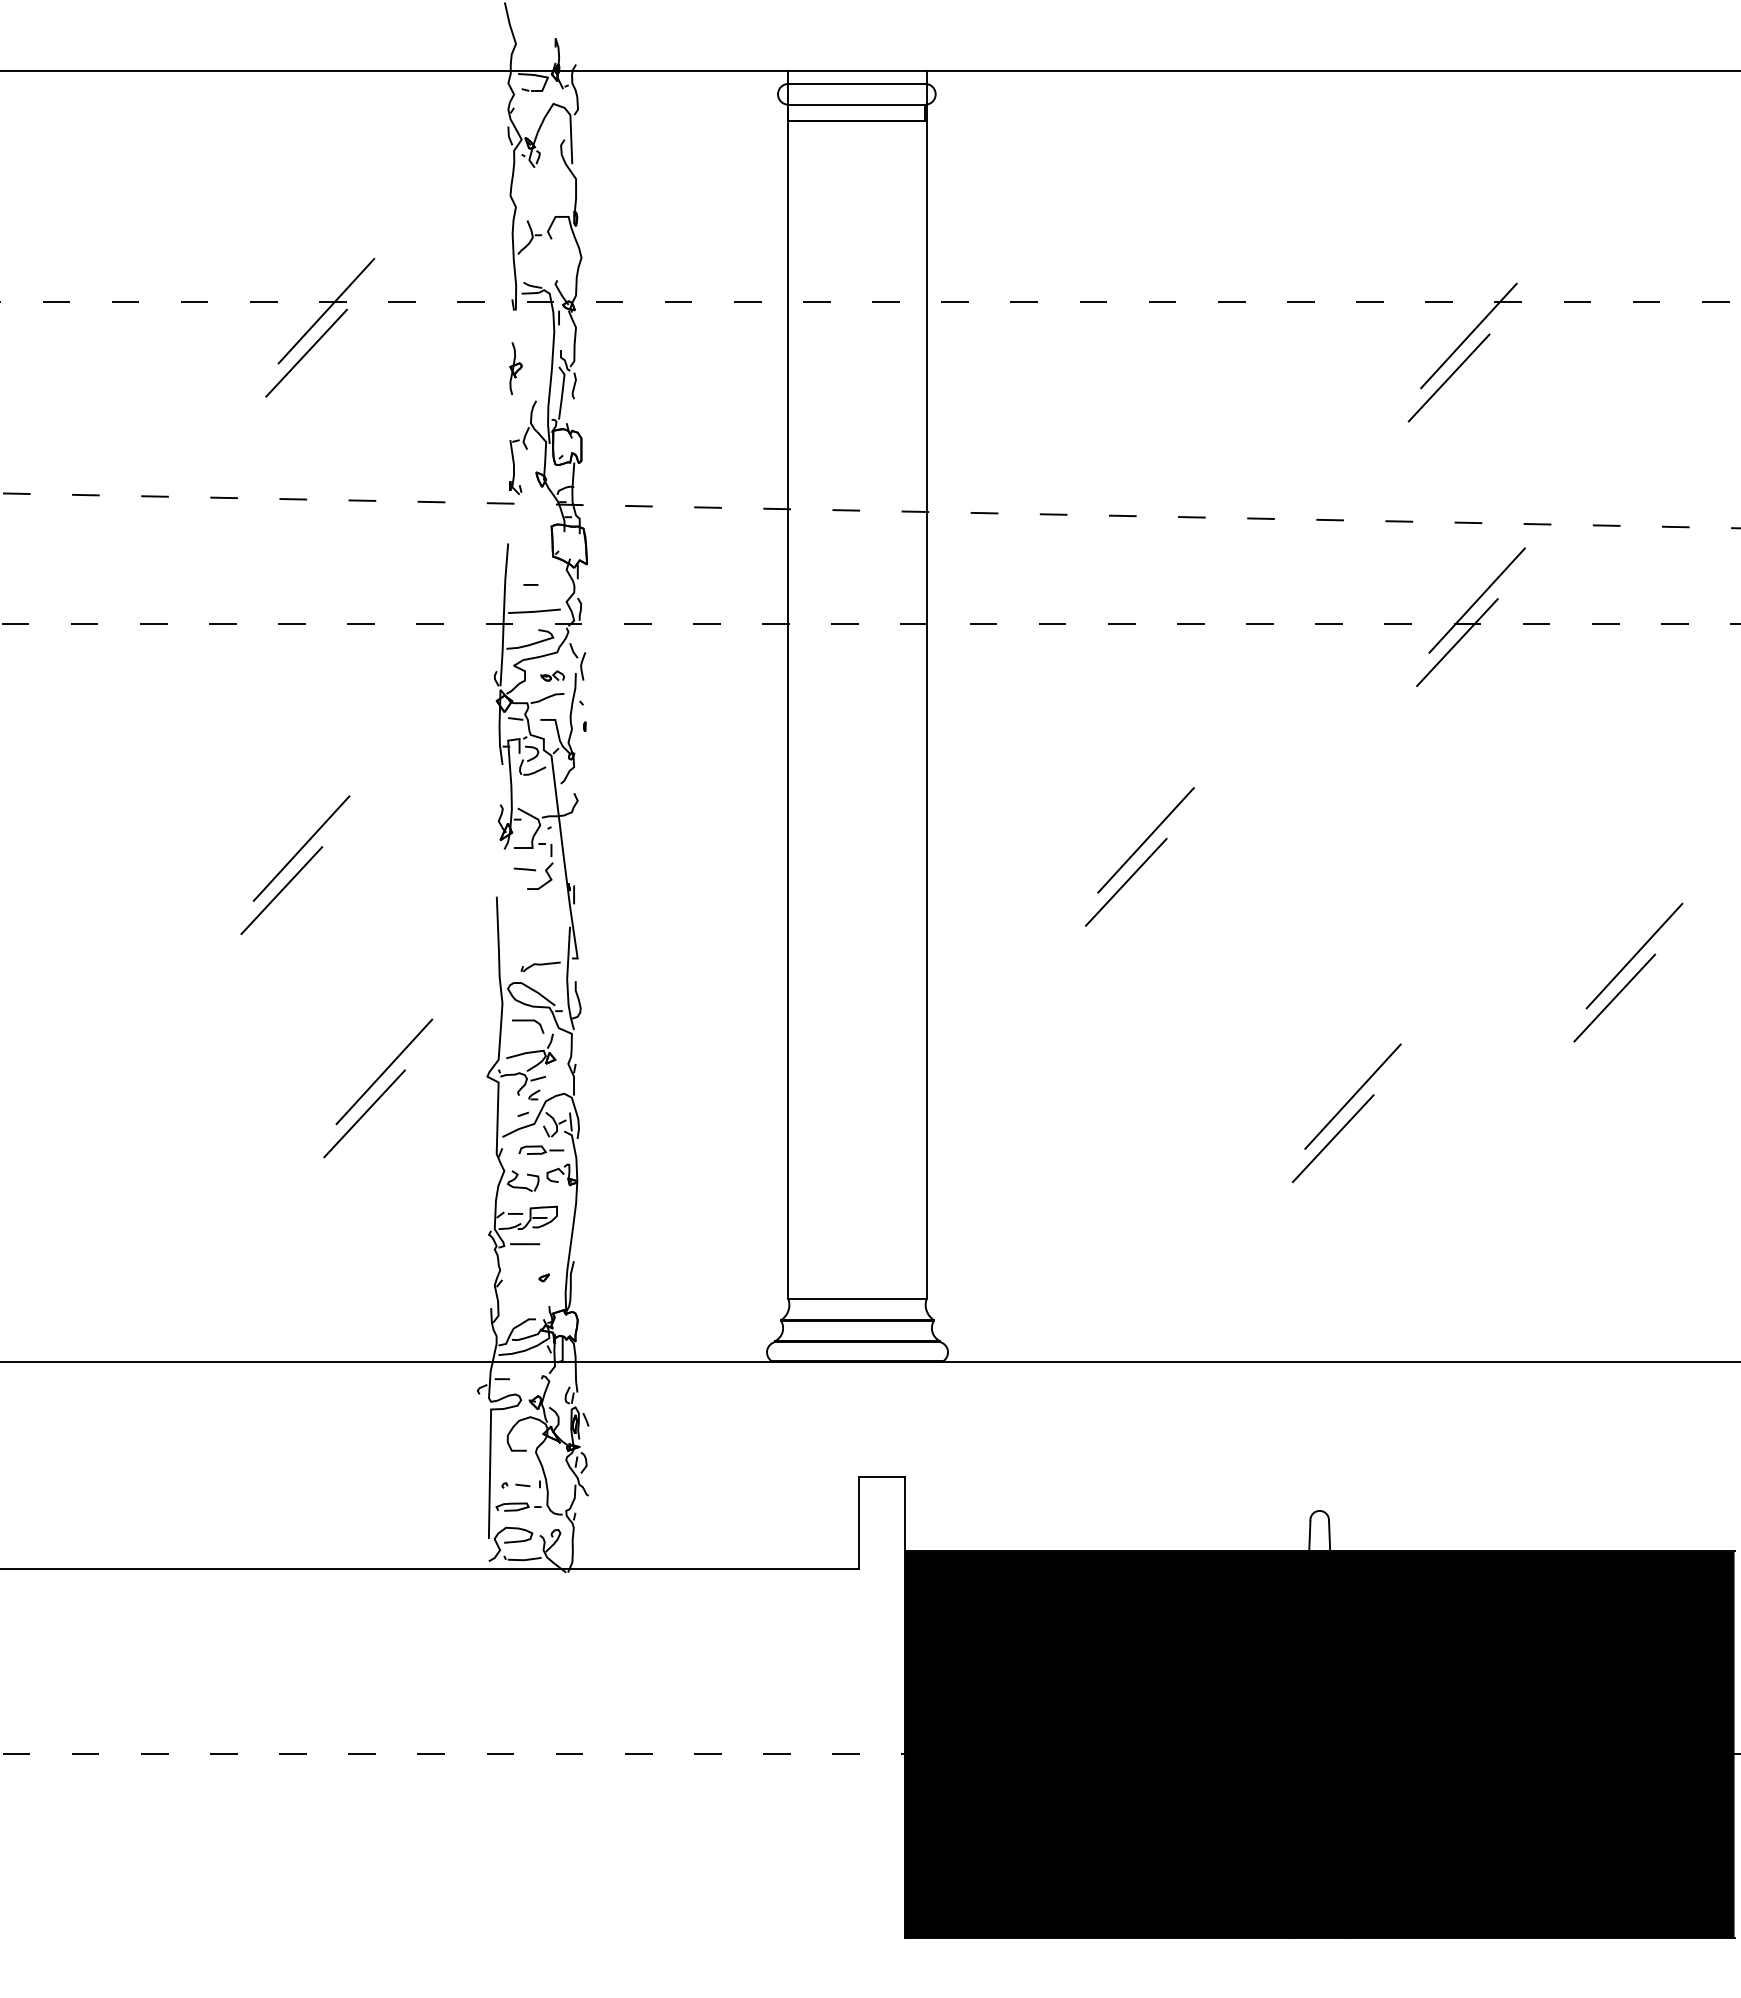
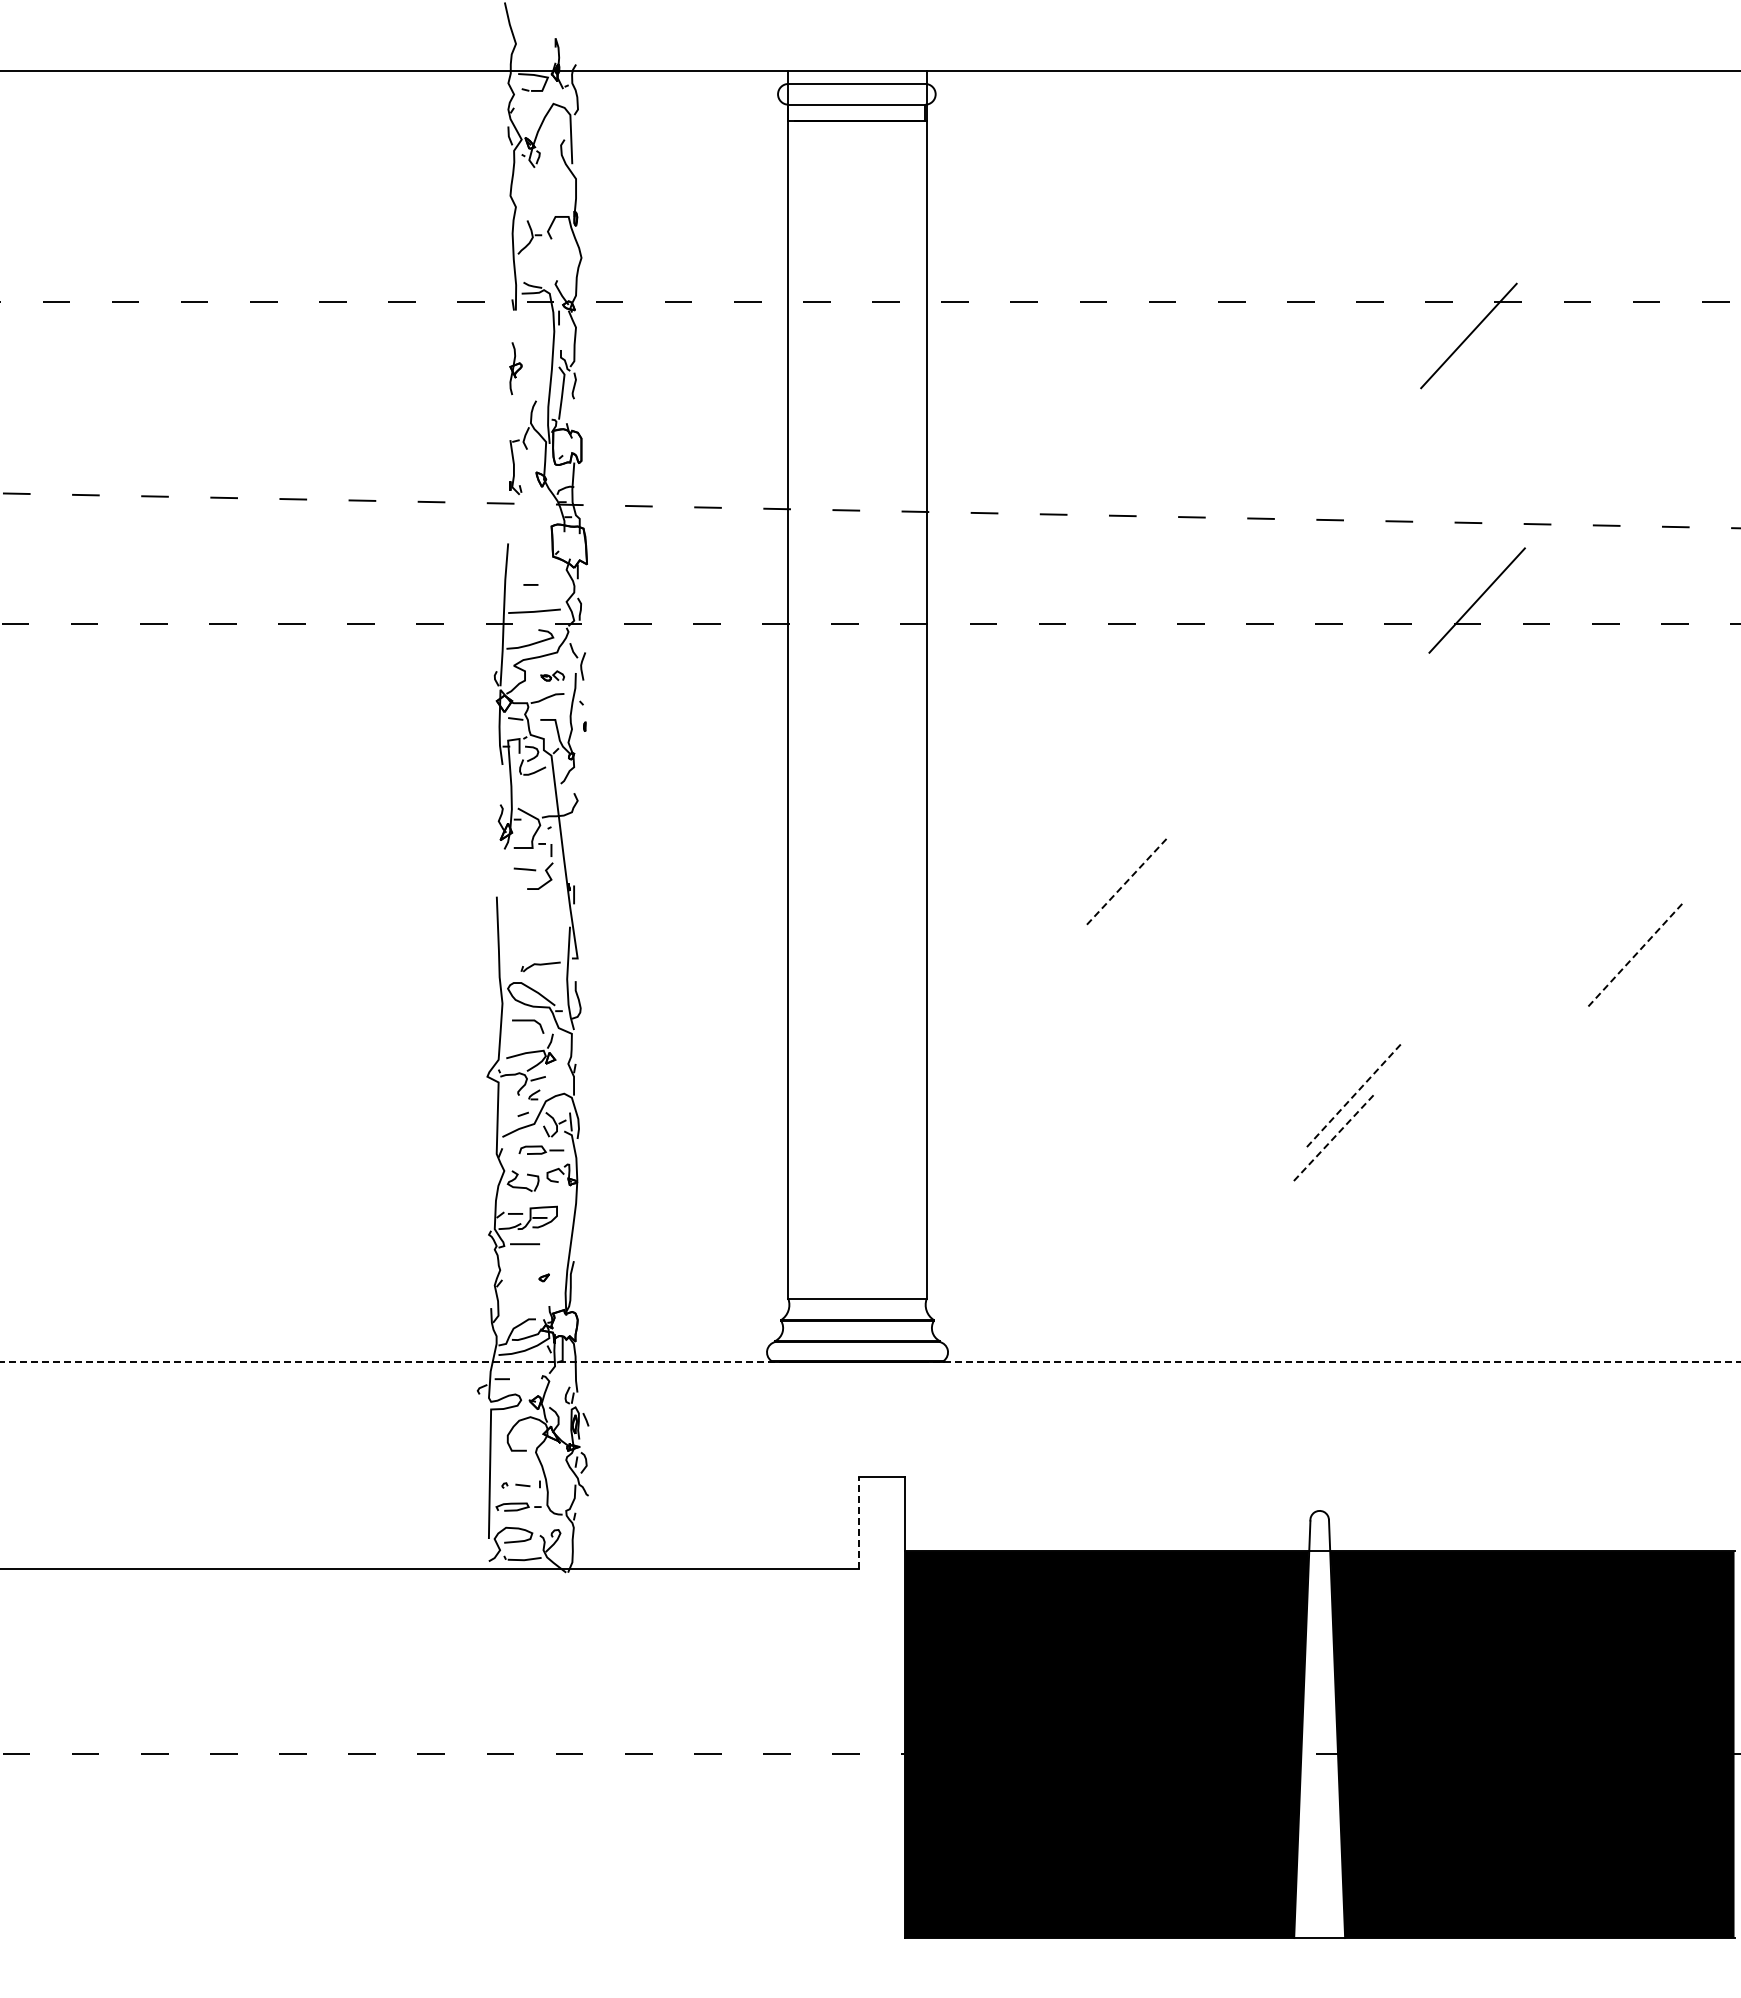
line at (326, 310): present -> none
line at (306, 352): present -> none
line at (1448, 377): present -> none
line at (1457, 642): present -> none
line at (1145, 840): present -> none
line at (301, 848): present -> none
line at (1125, 882): solid -> dashed
line at (281, 890): present -> none
line at (1634, 956): solid -> dashed
line at (1614, 997): present -> none
line at (384, 1071): present -> none
line at (1353, 1096): solid -> dashed
line at (364, 1113): present -> none
line at (1332, 1139): solid -> dashed
line at (870, 1361): solid -> dashed
line at (858, 1522): solid -> dashed
fill at (1319, 1744): present -> none
